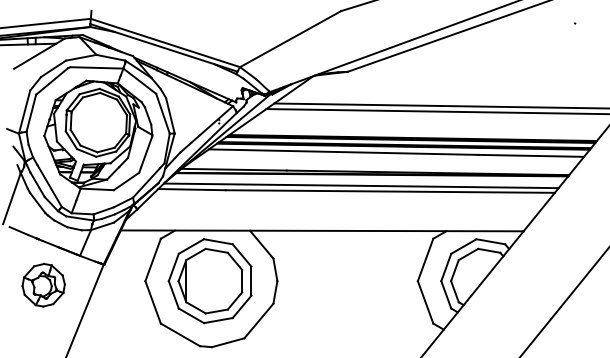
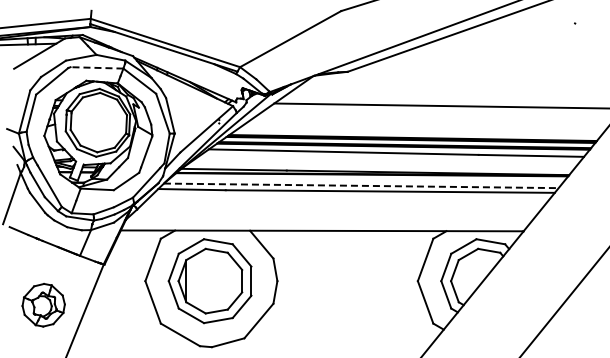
line at (96, 67): solid -> dashed
line at (436, 111): present -> none
line at (361, 185): solid -> dashed
part at (43, 285) position: (43, 285) -> (43, 305)
